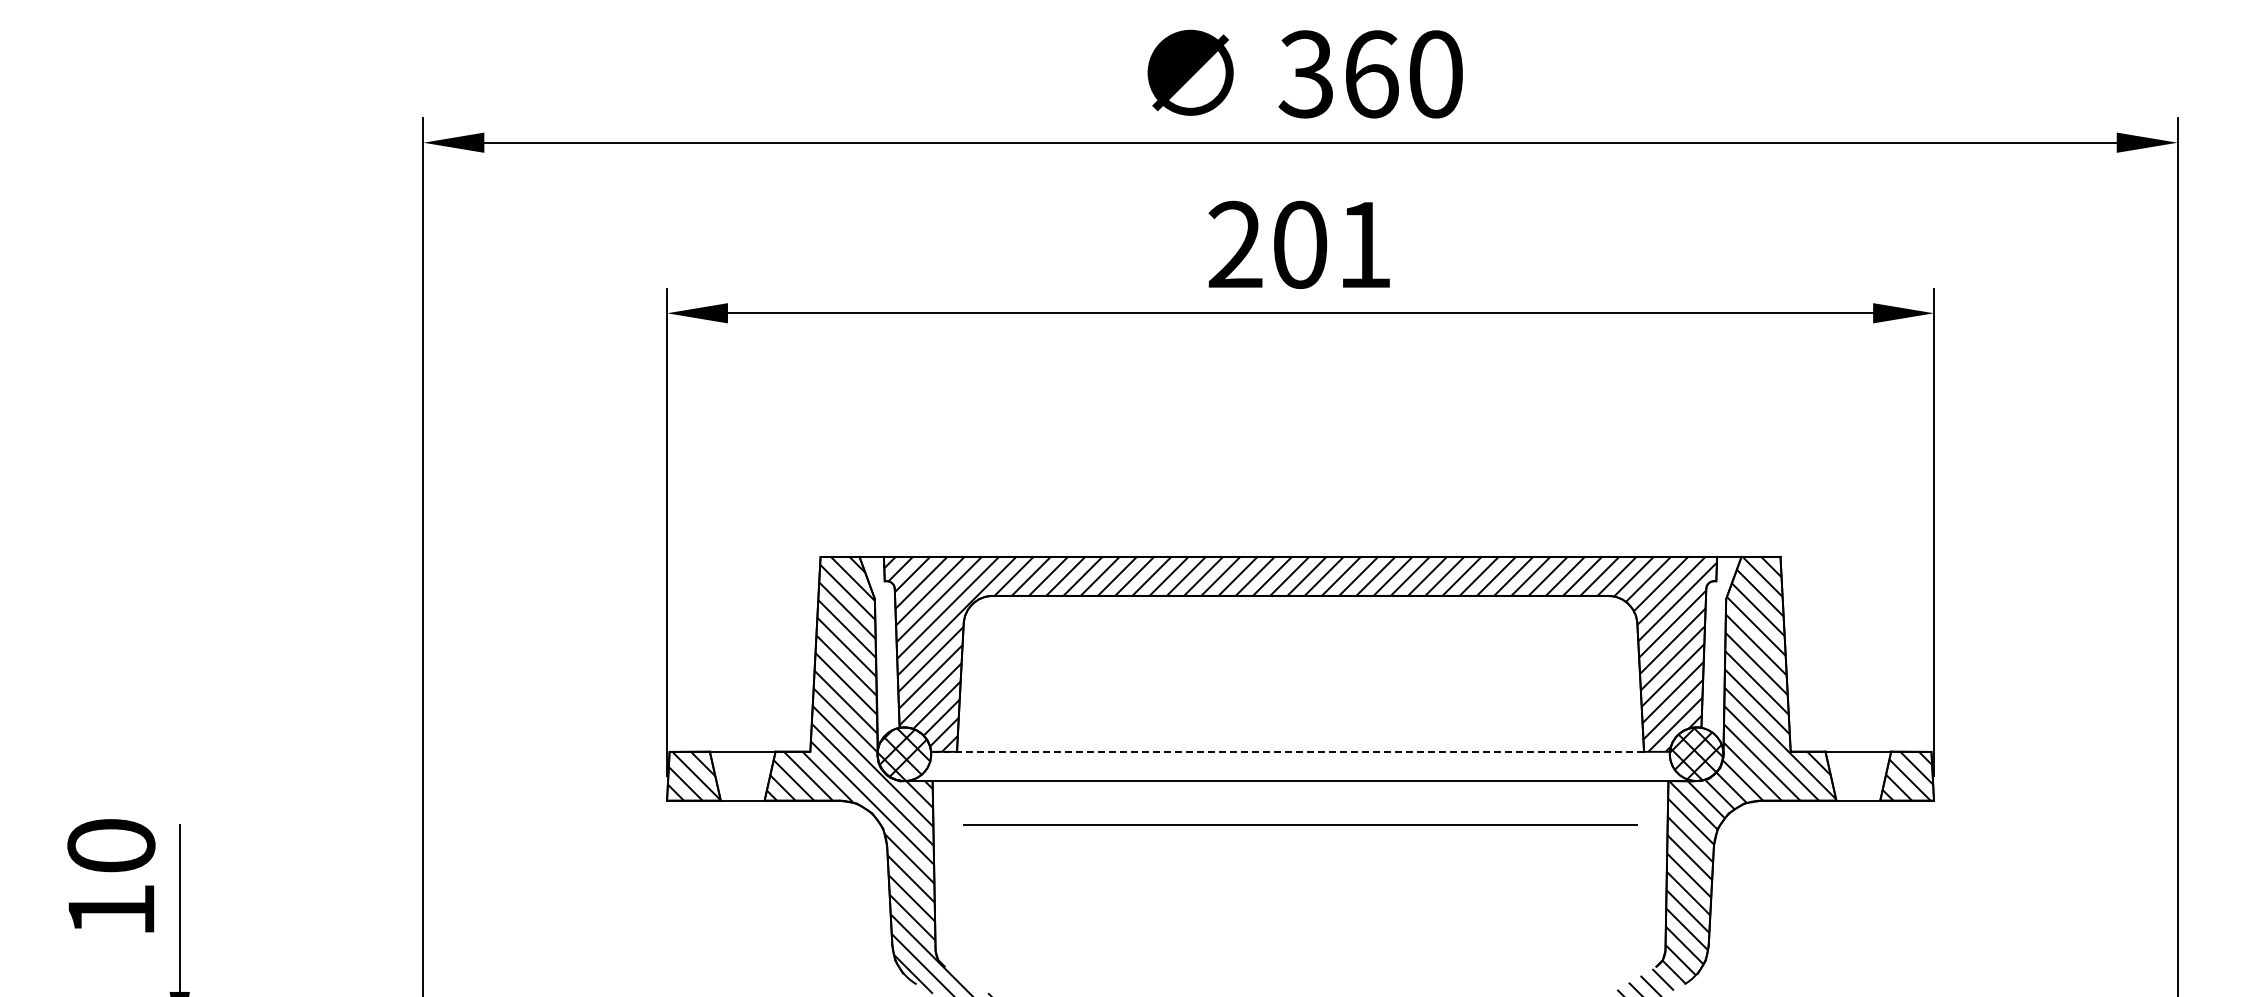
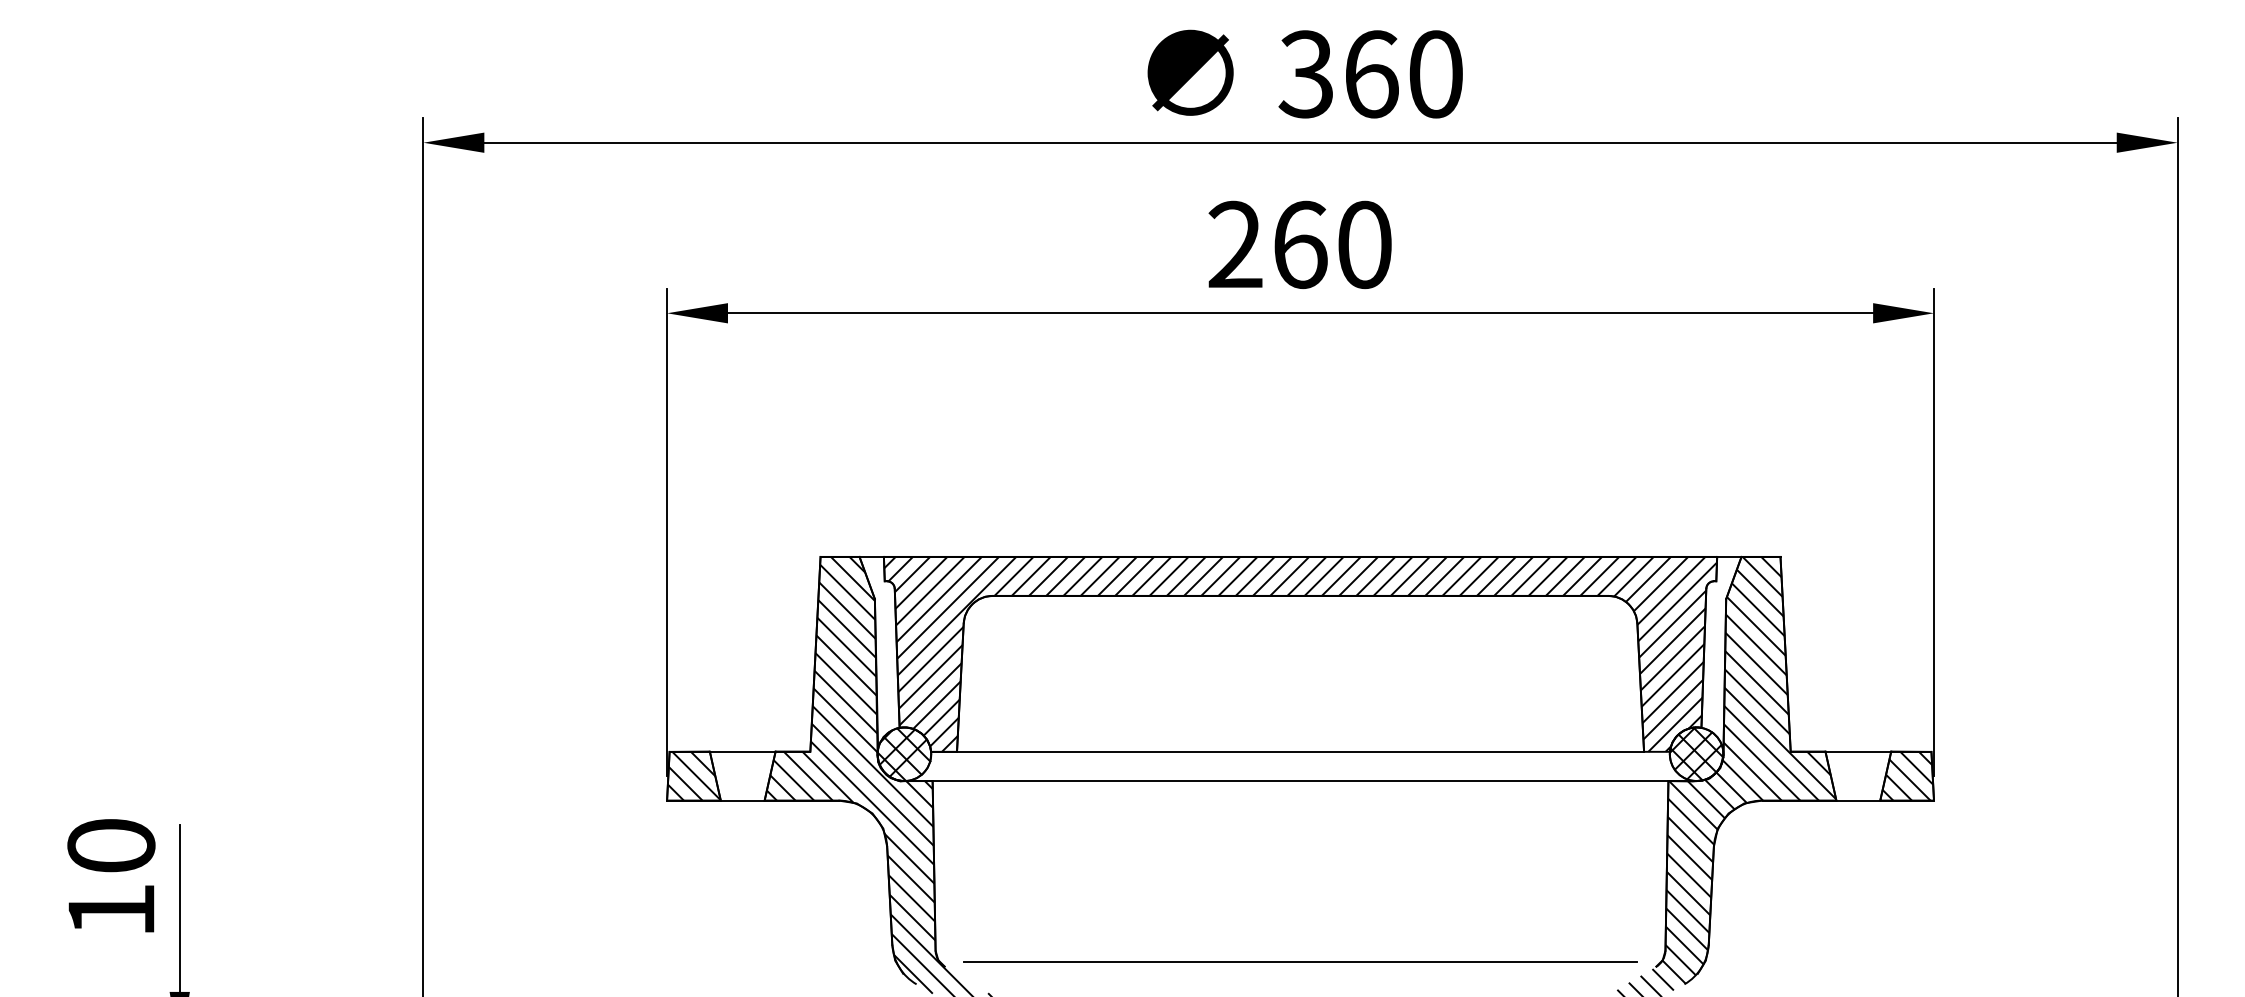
text at (1332, 244): 201 -> 260
line at (1287, 751): dashed -> solid
line at (1300, 824) position: (1300, 824) -> (1300, 961)
